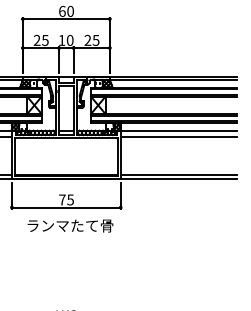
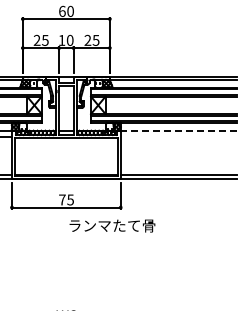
line at (177, 130): solid -> dashed
line at (178, 136): present -> none
text at (70, 225) position: (70, 225) -> (112, 225)
